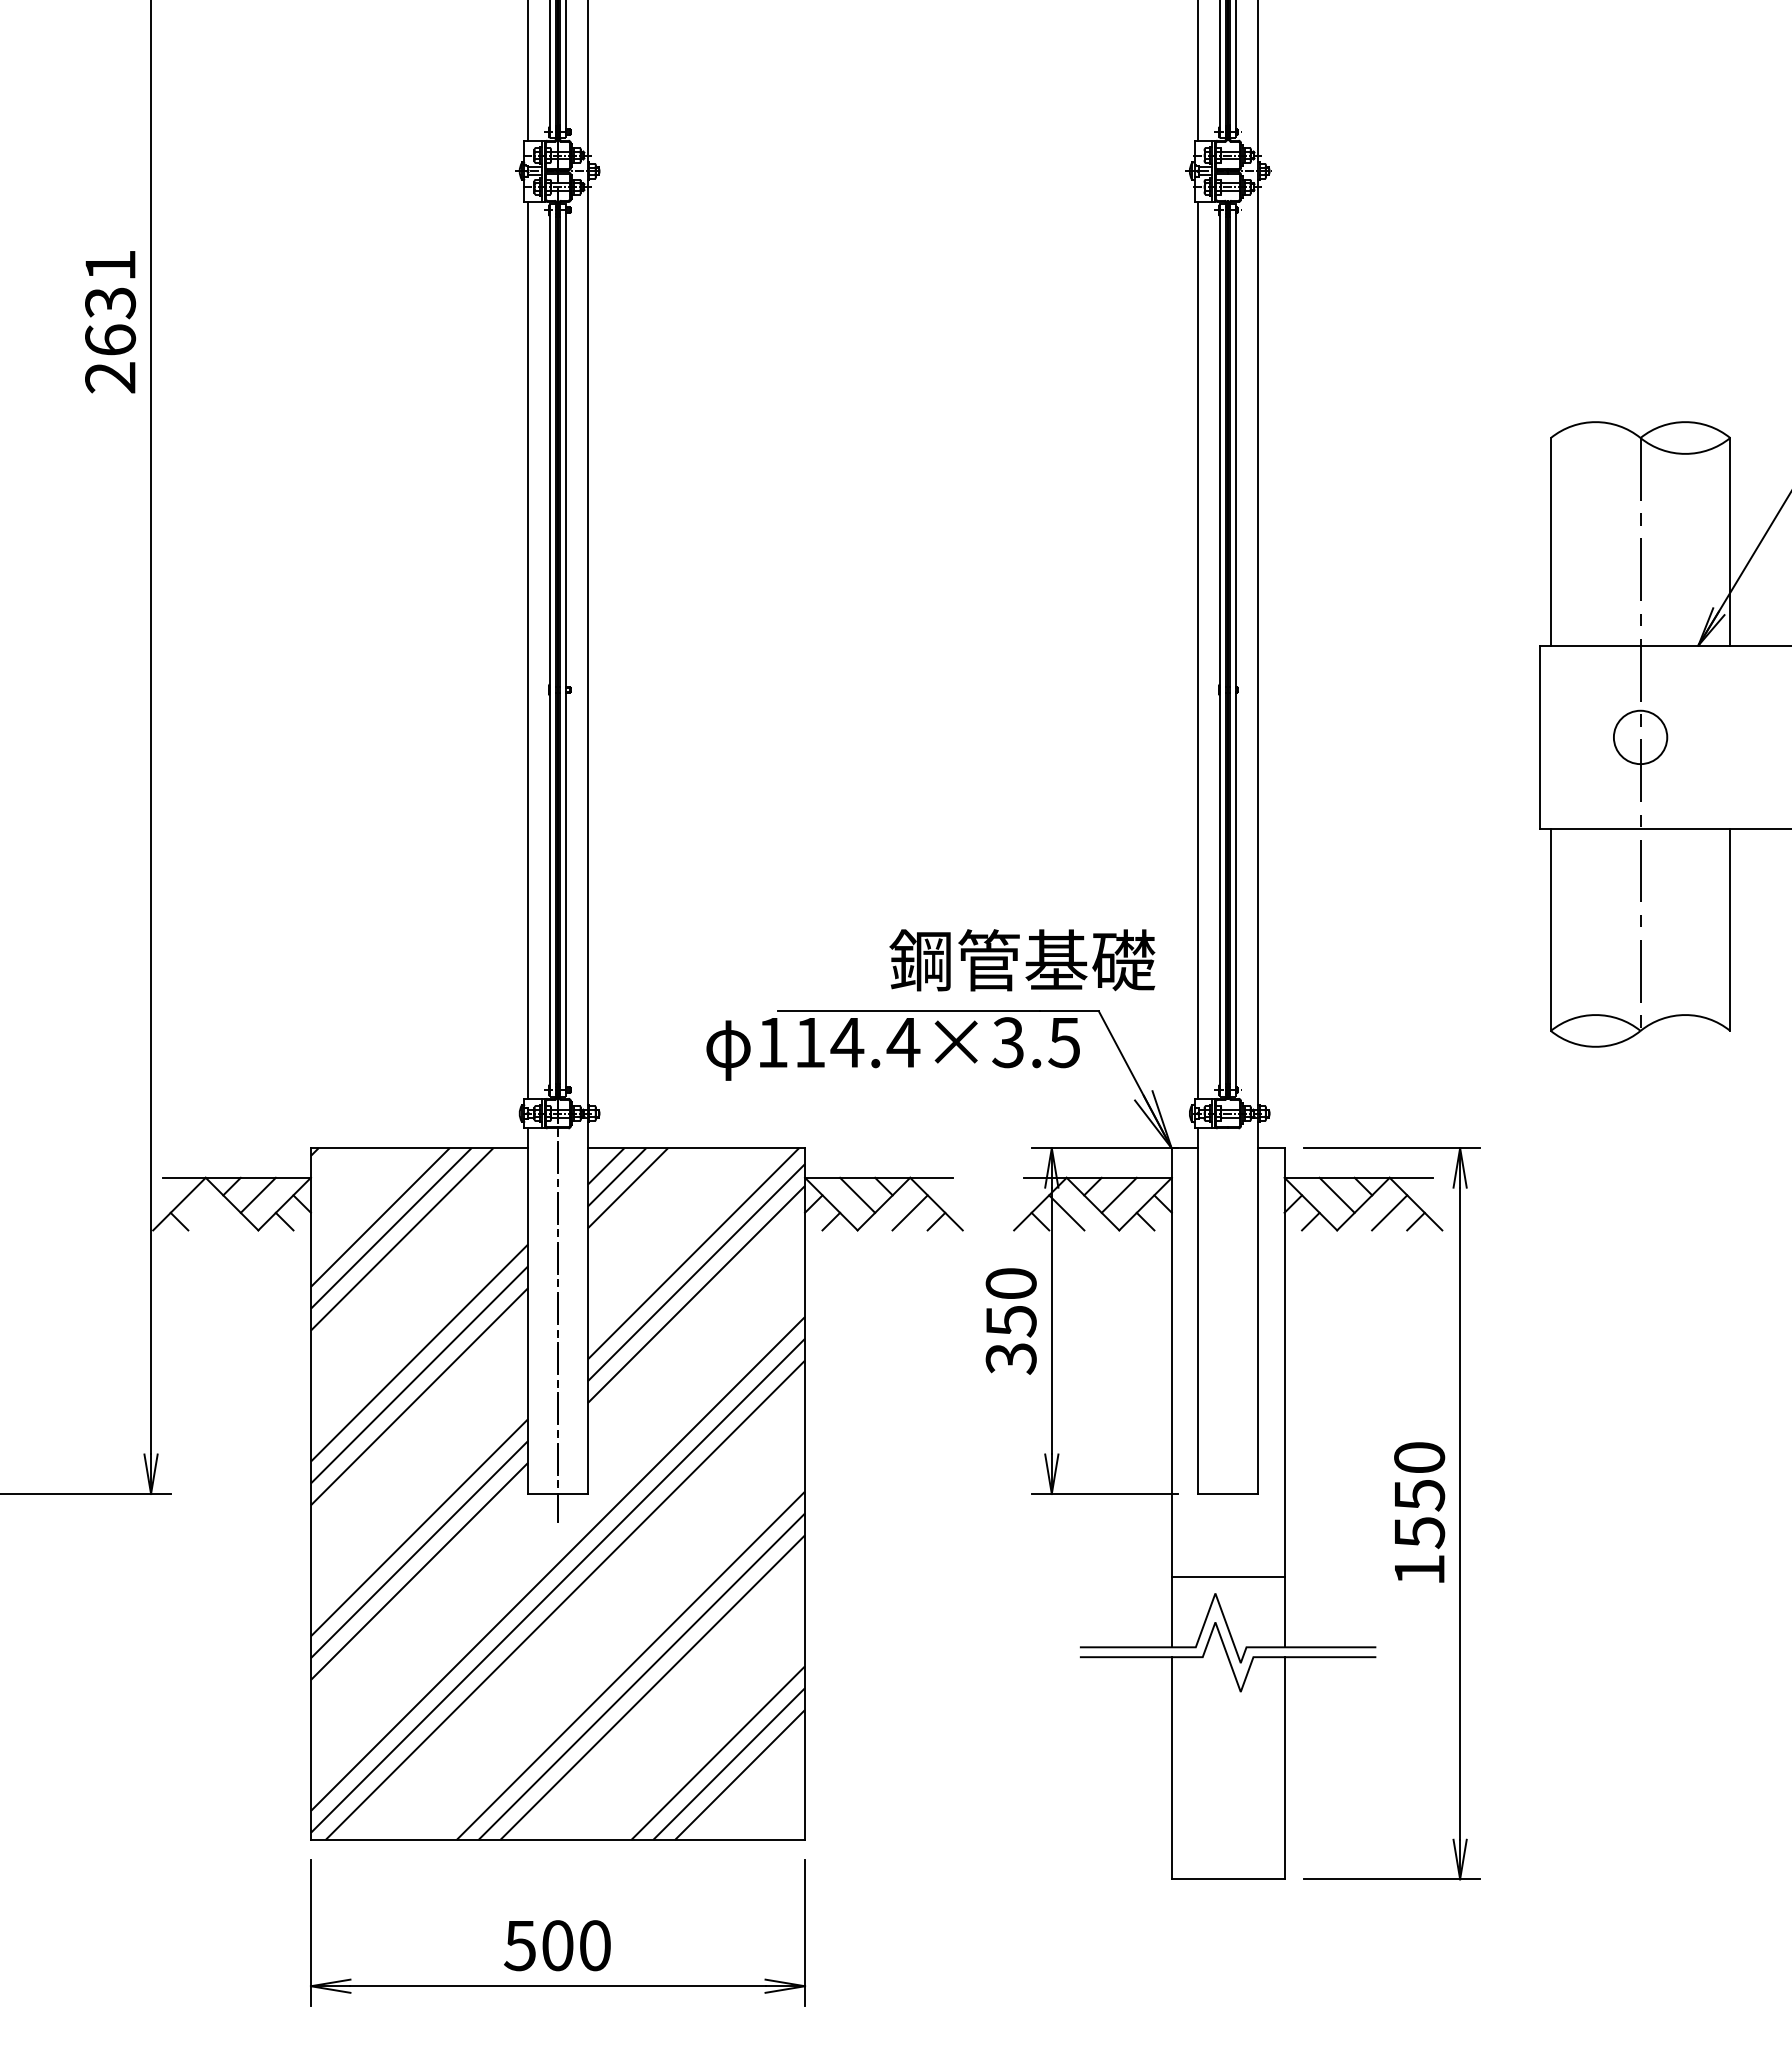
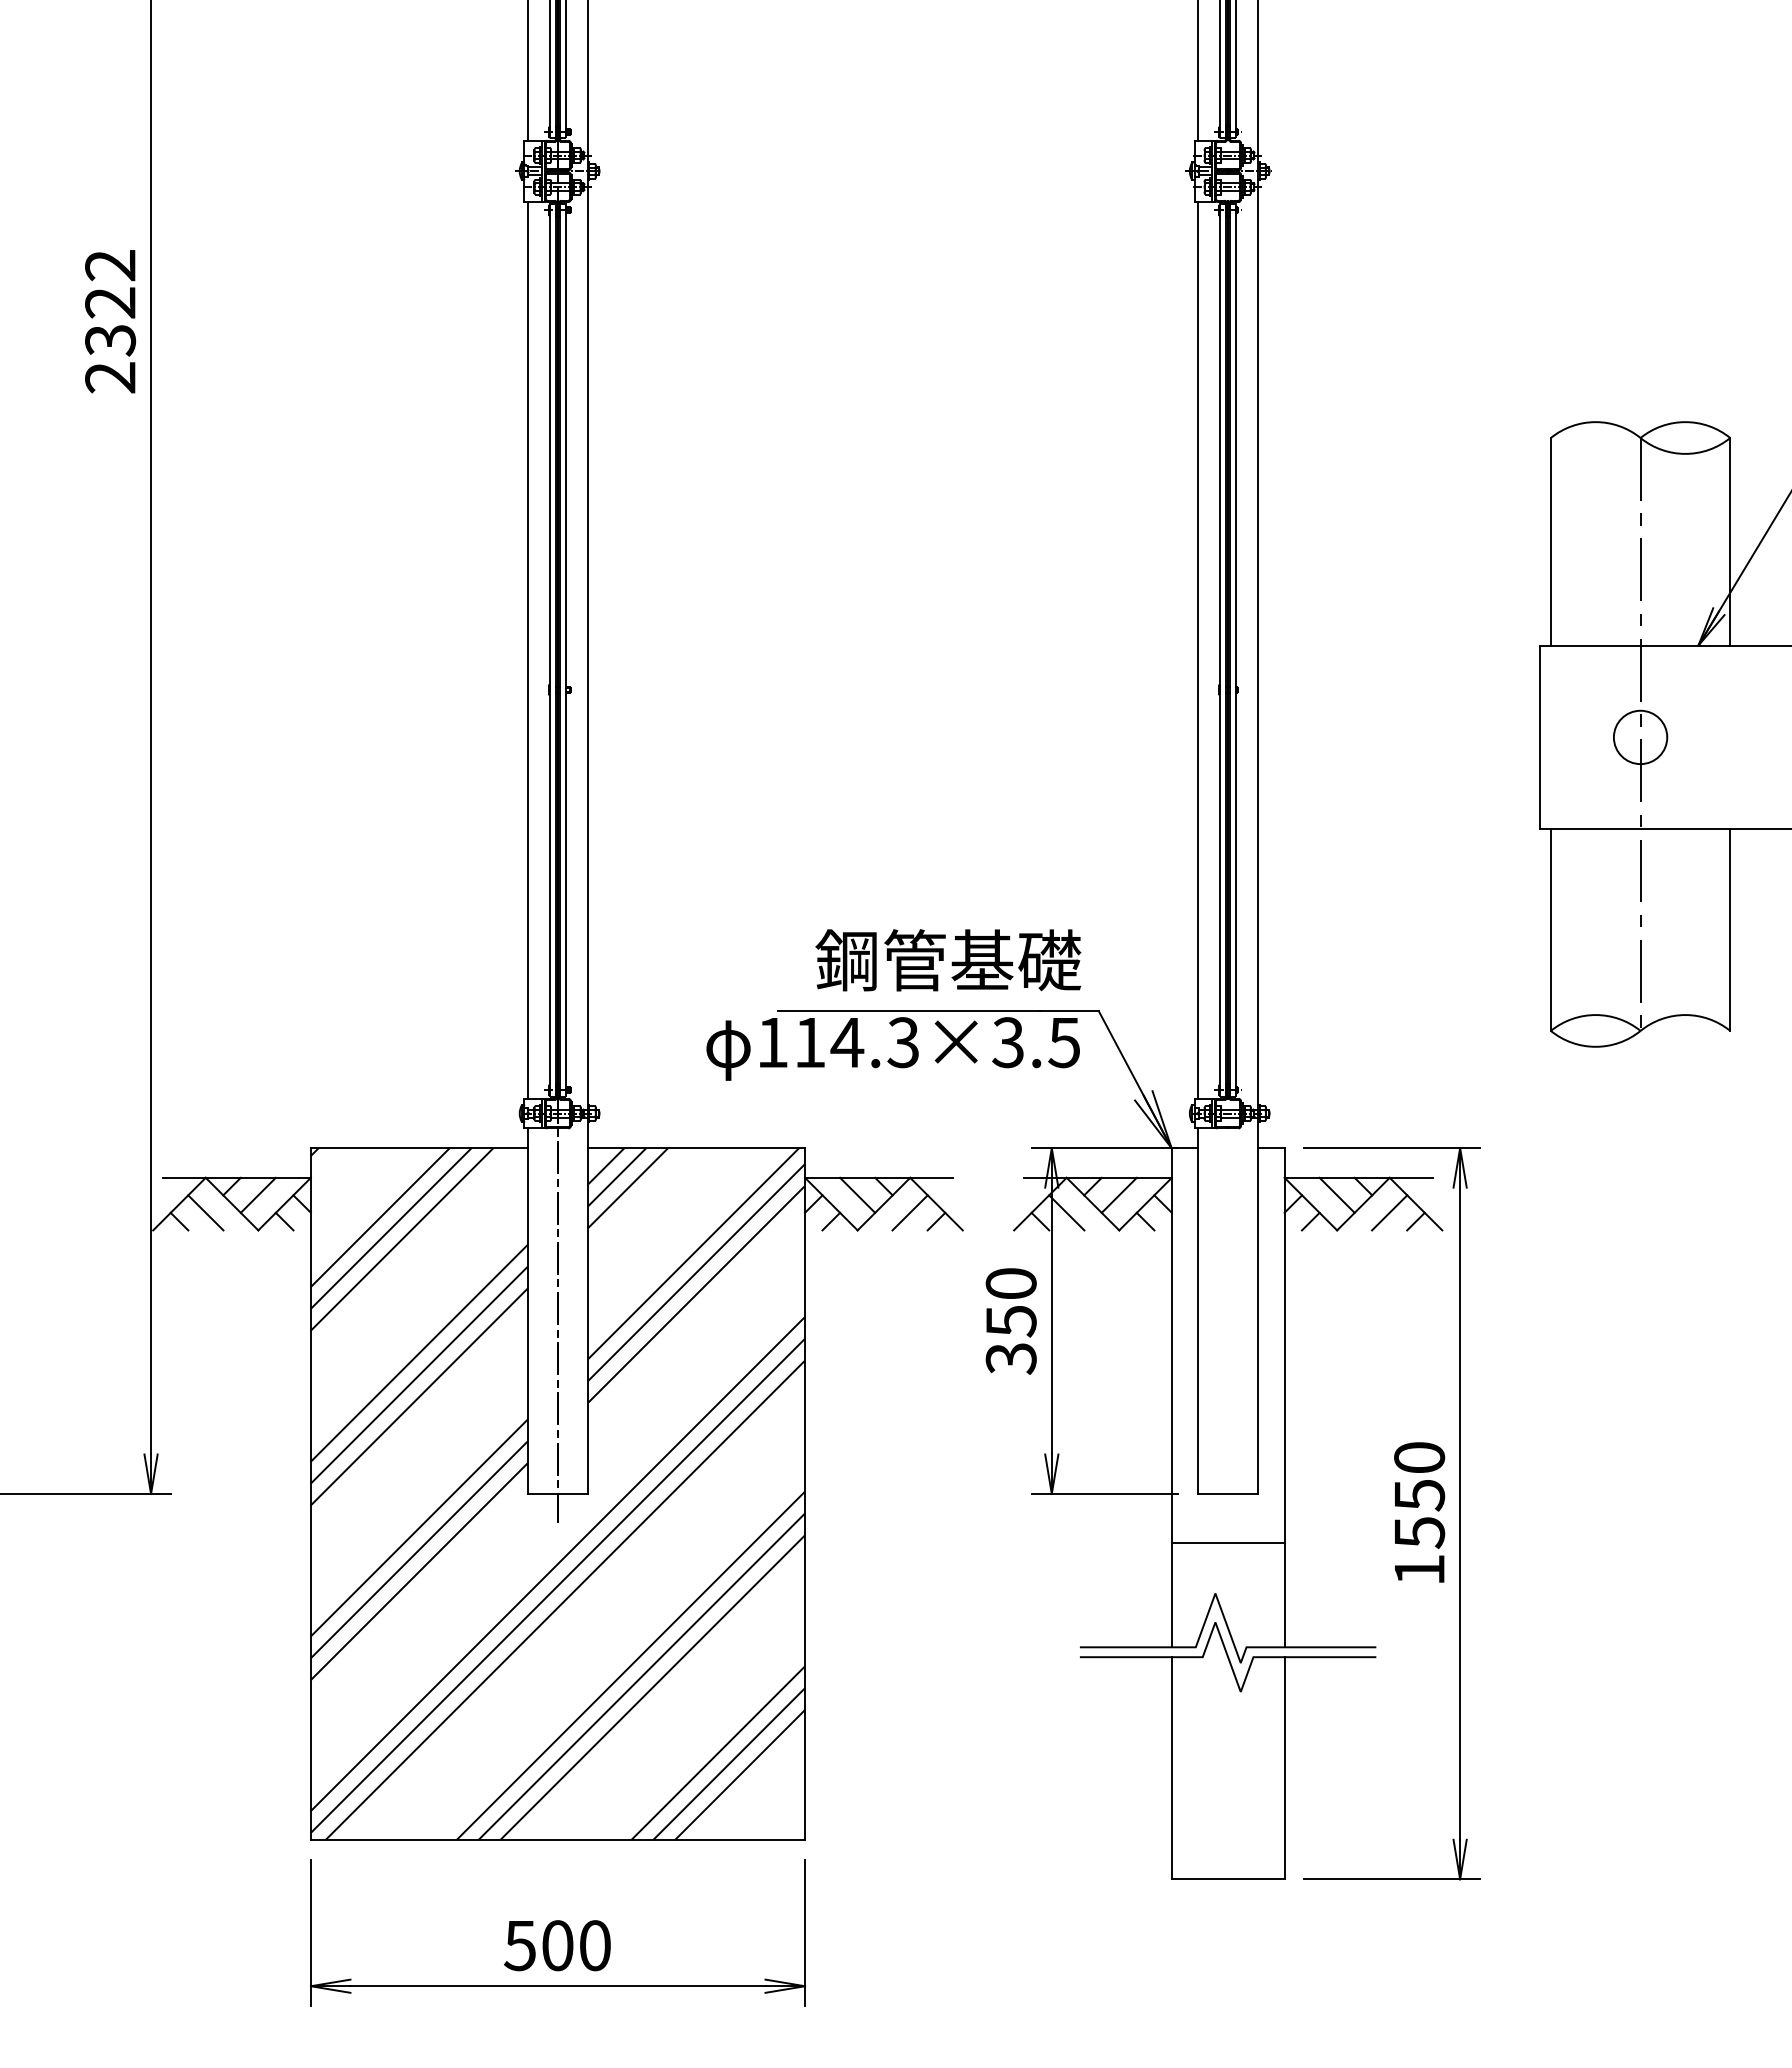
text at (110, 303): 2631 -> 2322
text at (1022, 960) position: (1022, 960) -> (948, 960)
text at (903, 1042): 114.4×3.5 -> 114.3×3.5
line at (205, 1212): none -> present
line at (1227, 1577) position: (1227, 1577) -> (1227, 1543)
